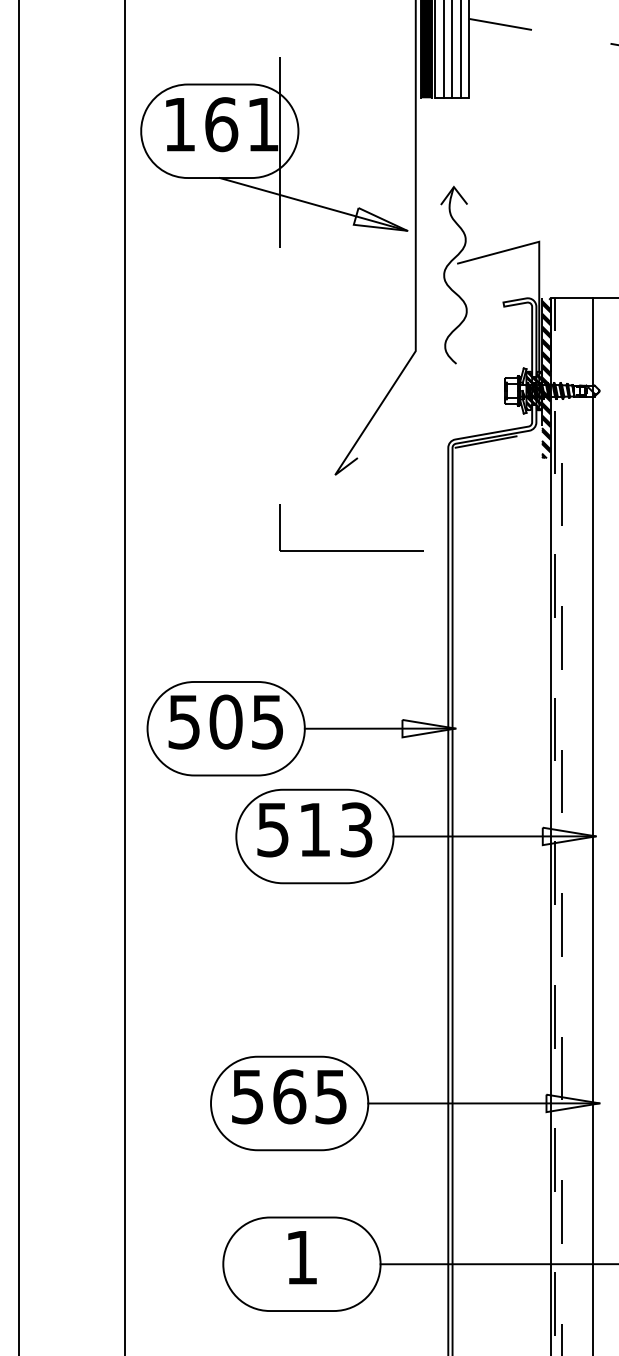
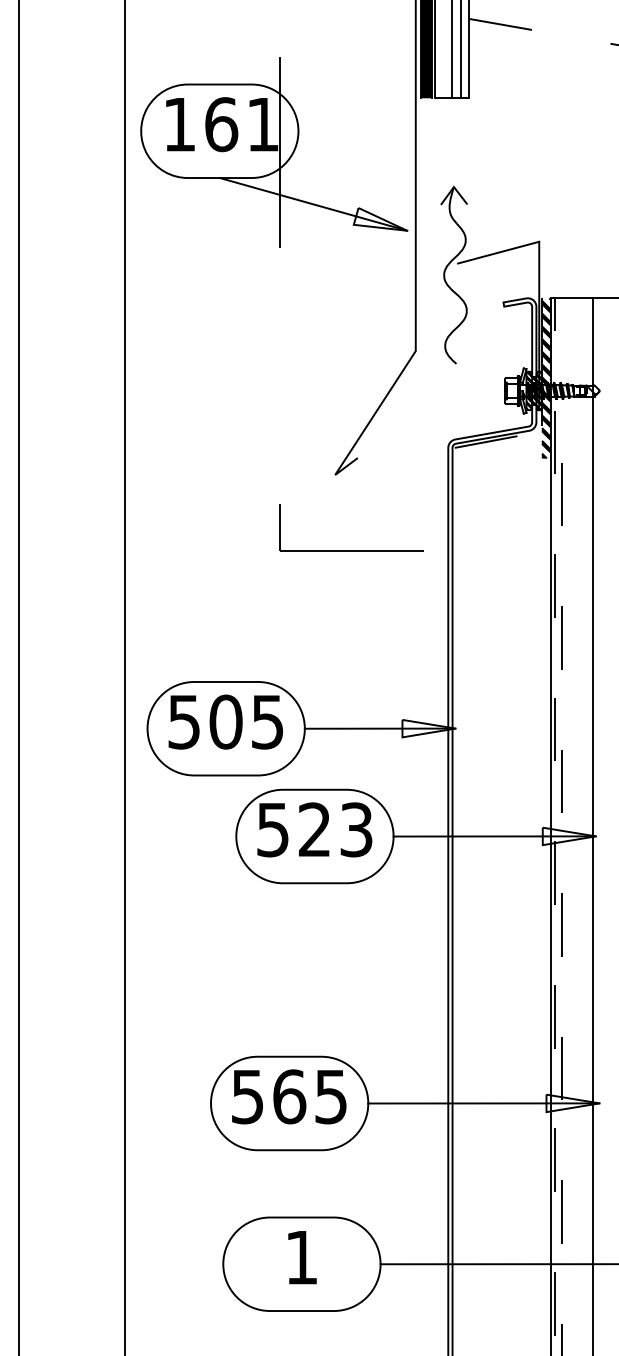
line at (443, 50): present -> none
text at (314, 829): 513 -> 523
